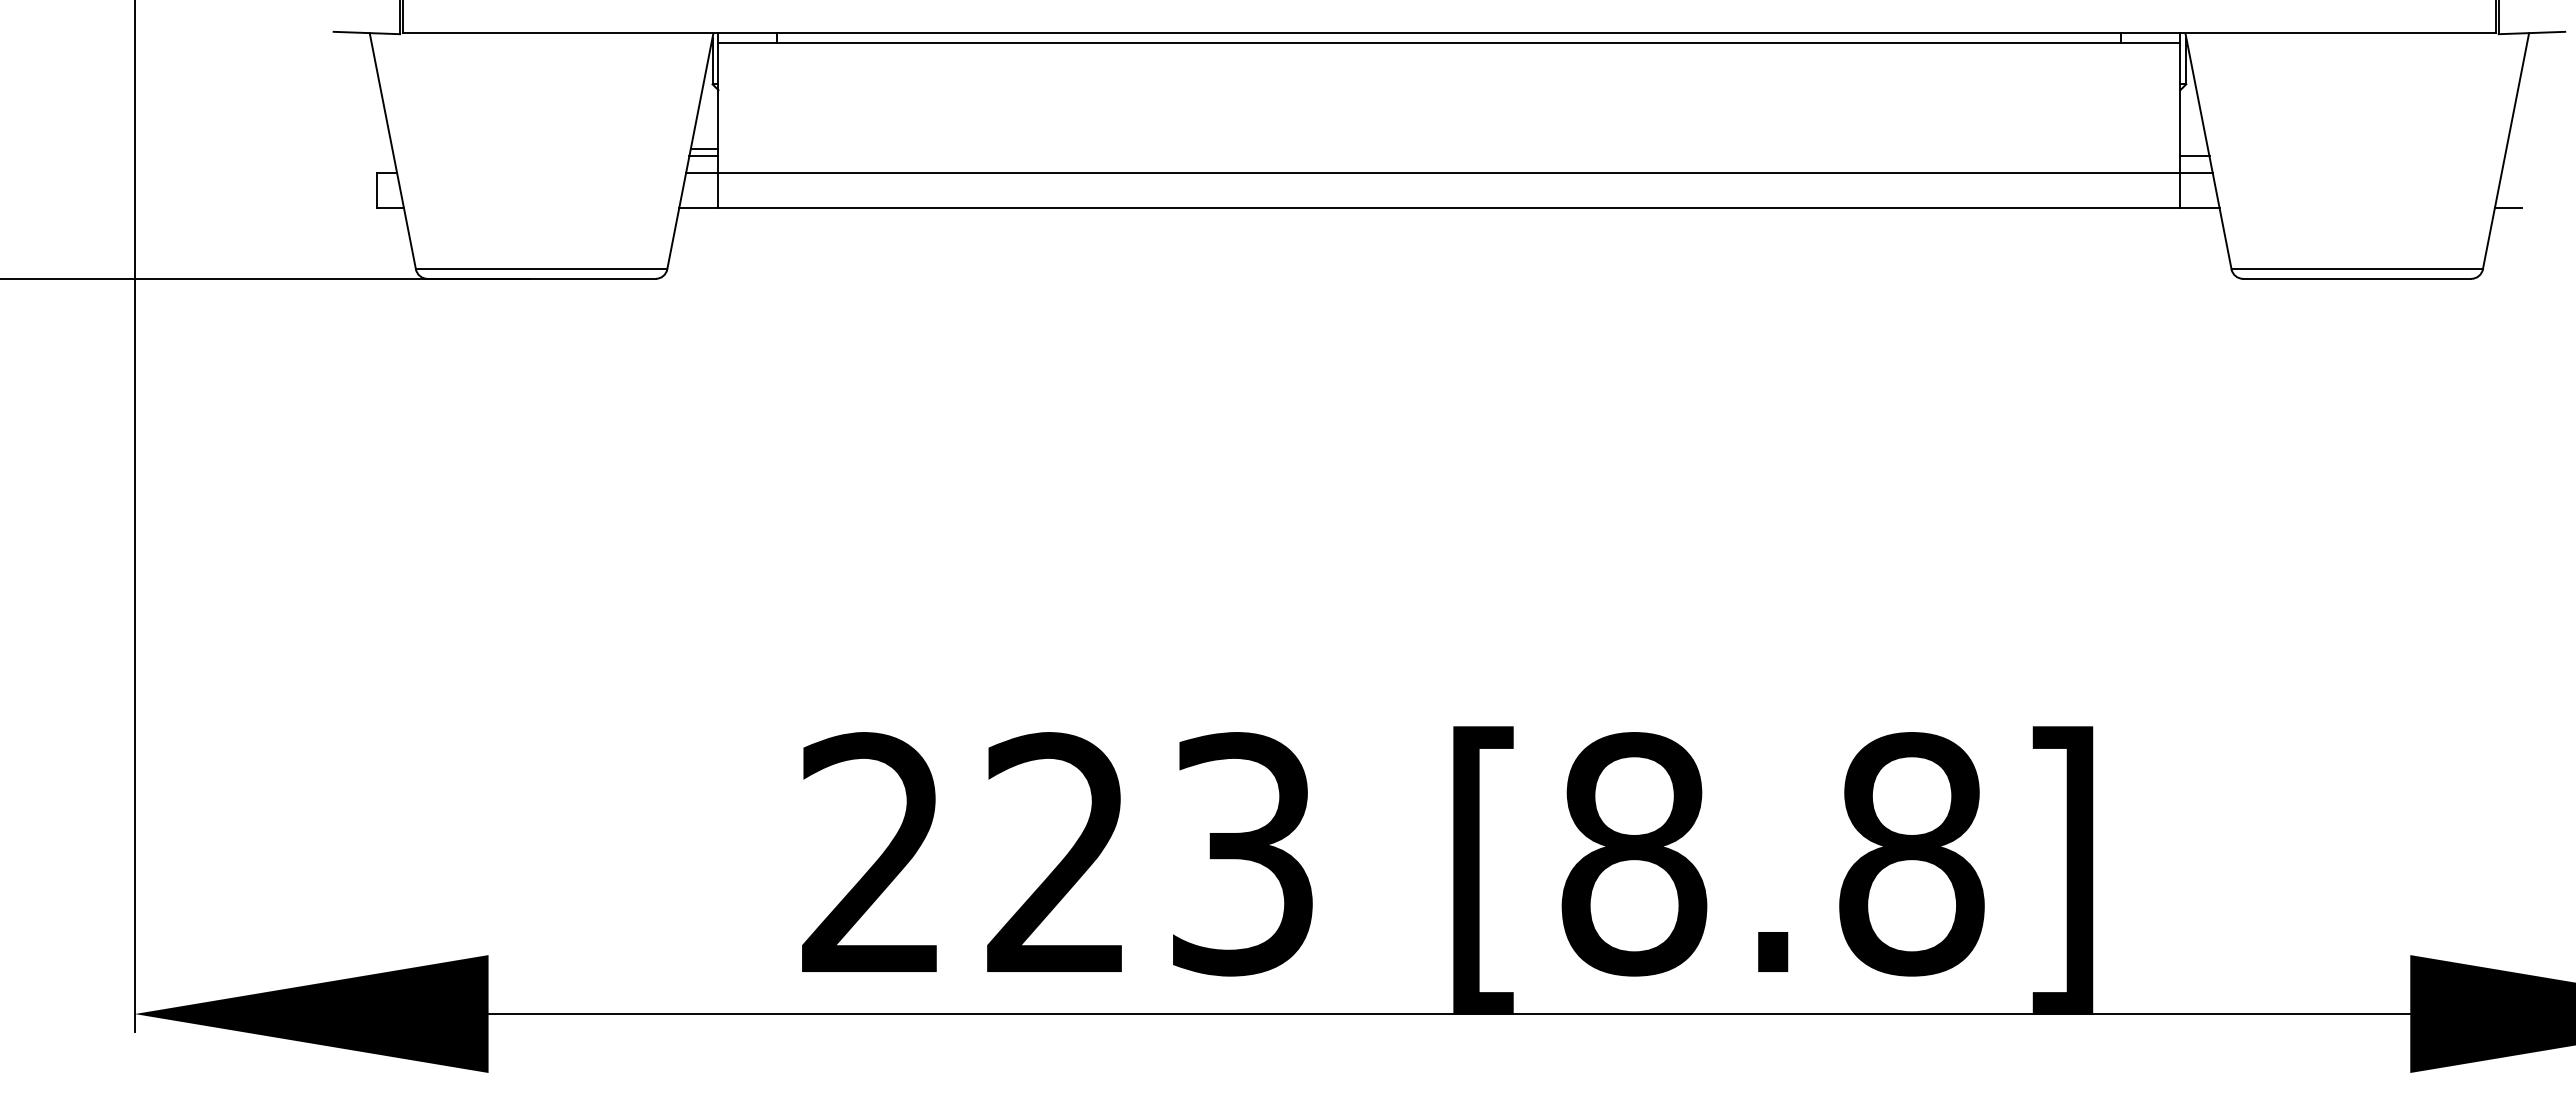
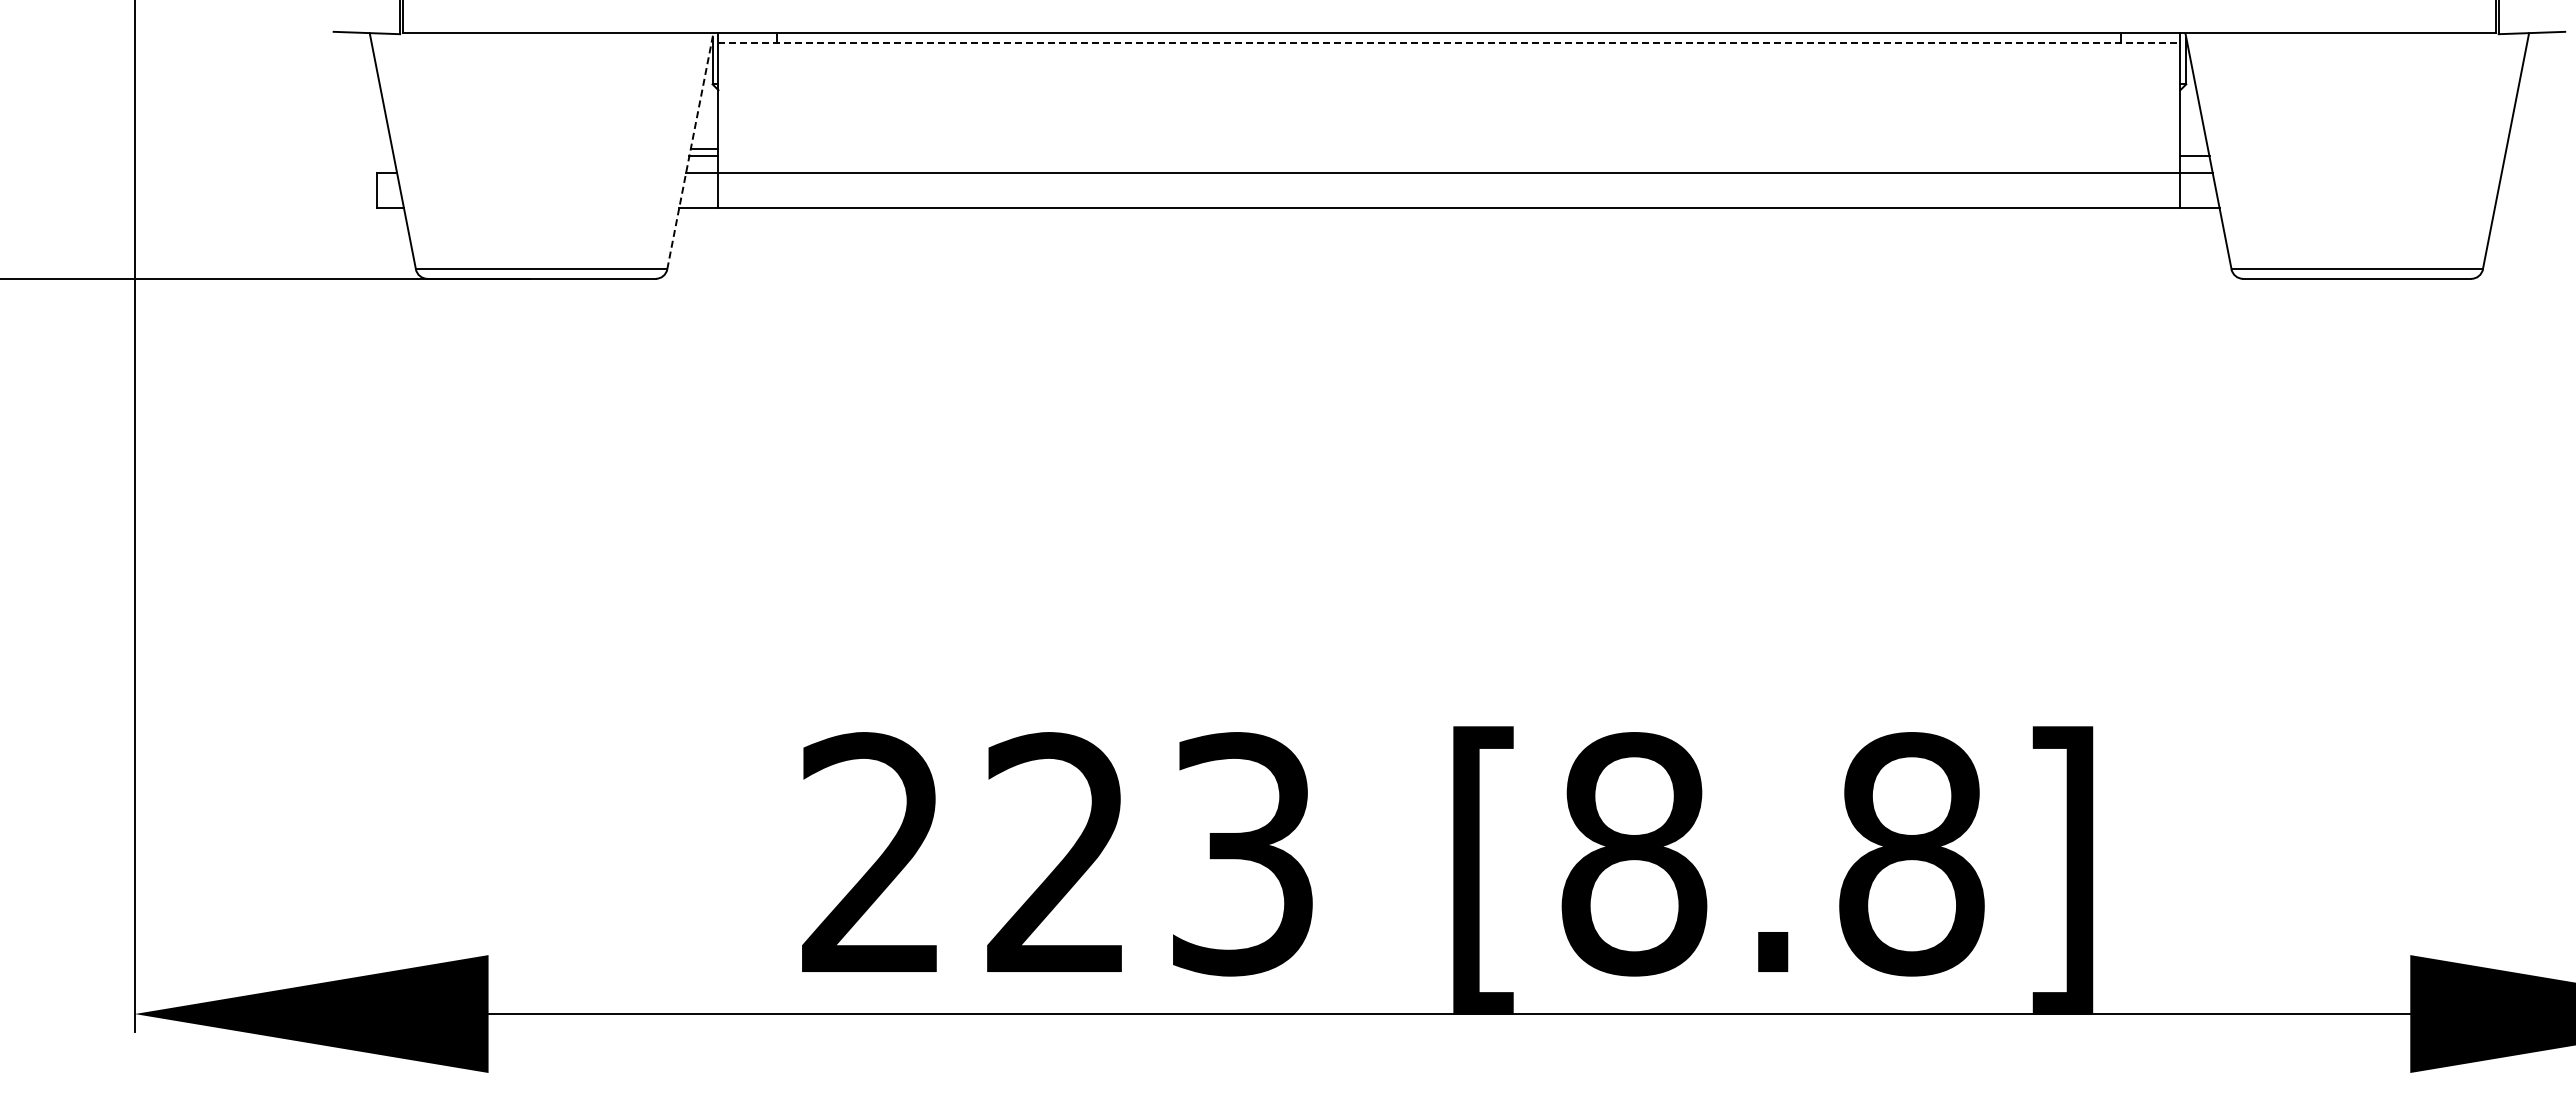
line at (1449, 43): solid -> dashed
line at (690, 150): solid -> dashed
line at (2508, 208): present -> none
